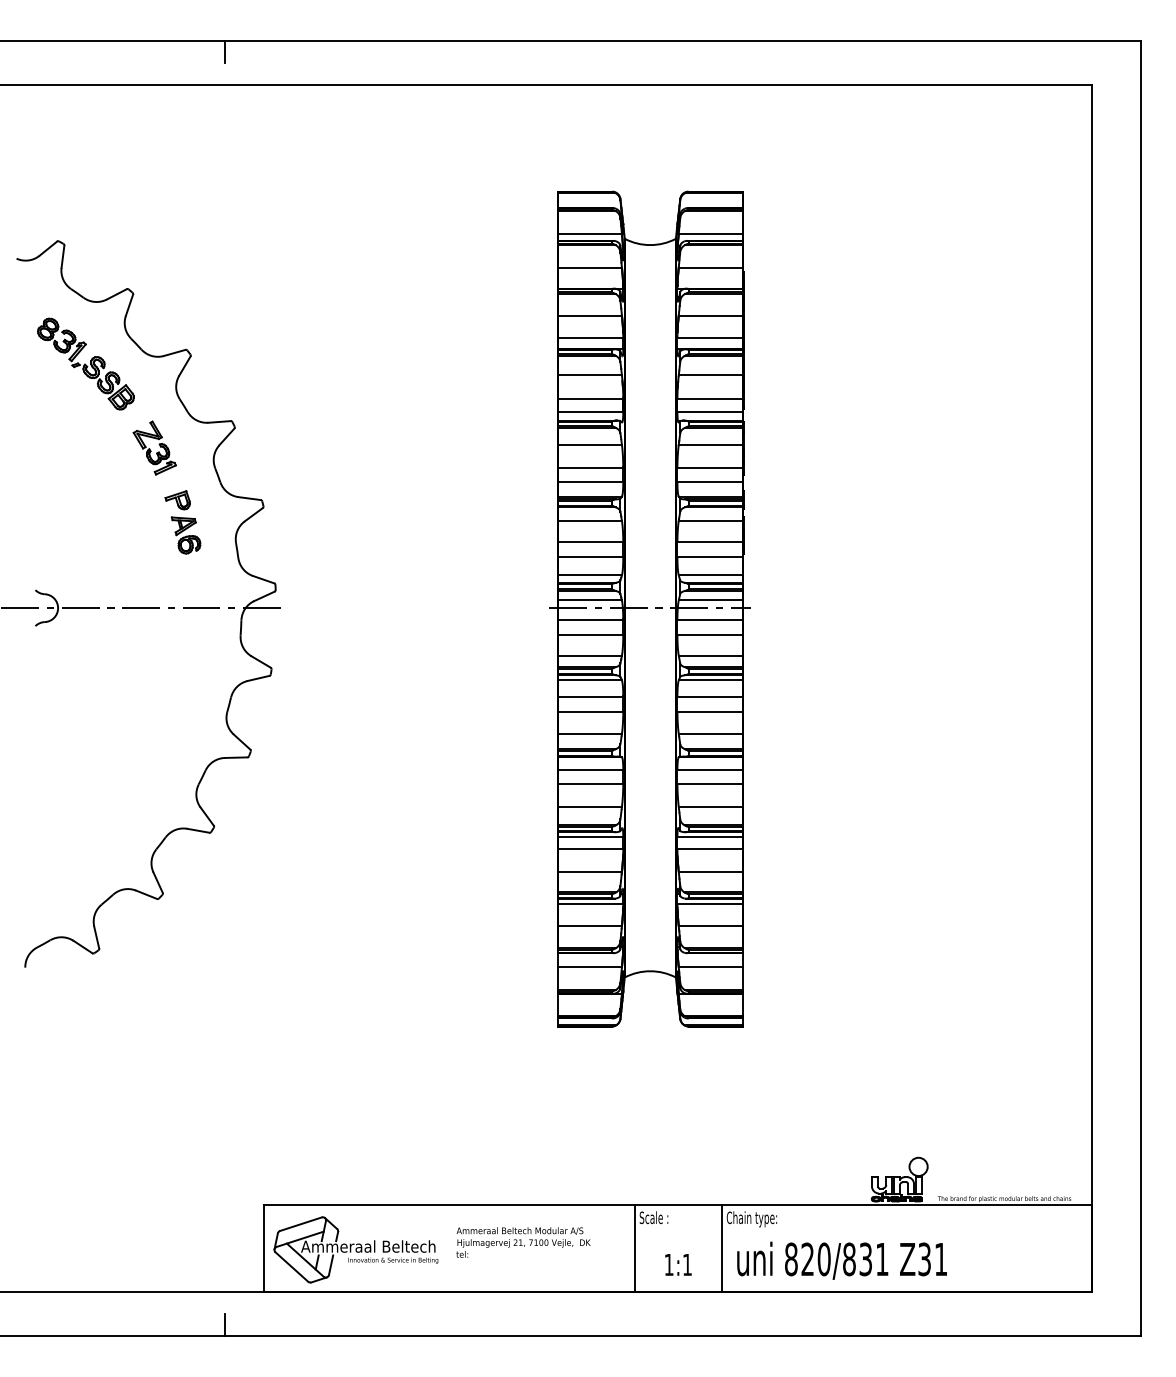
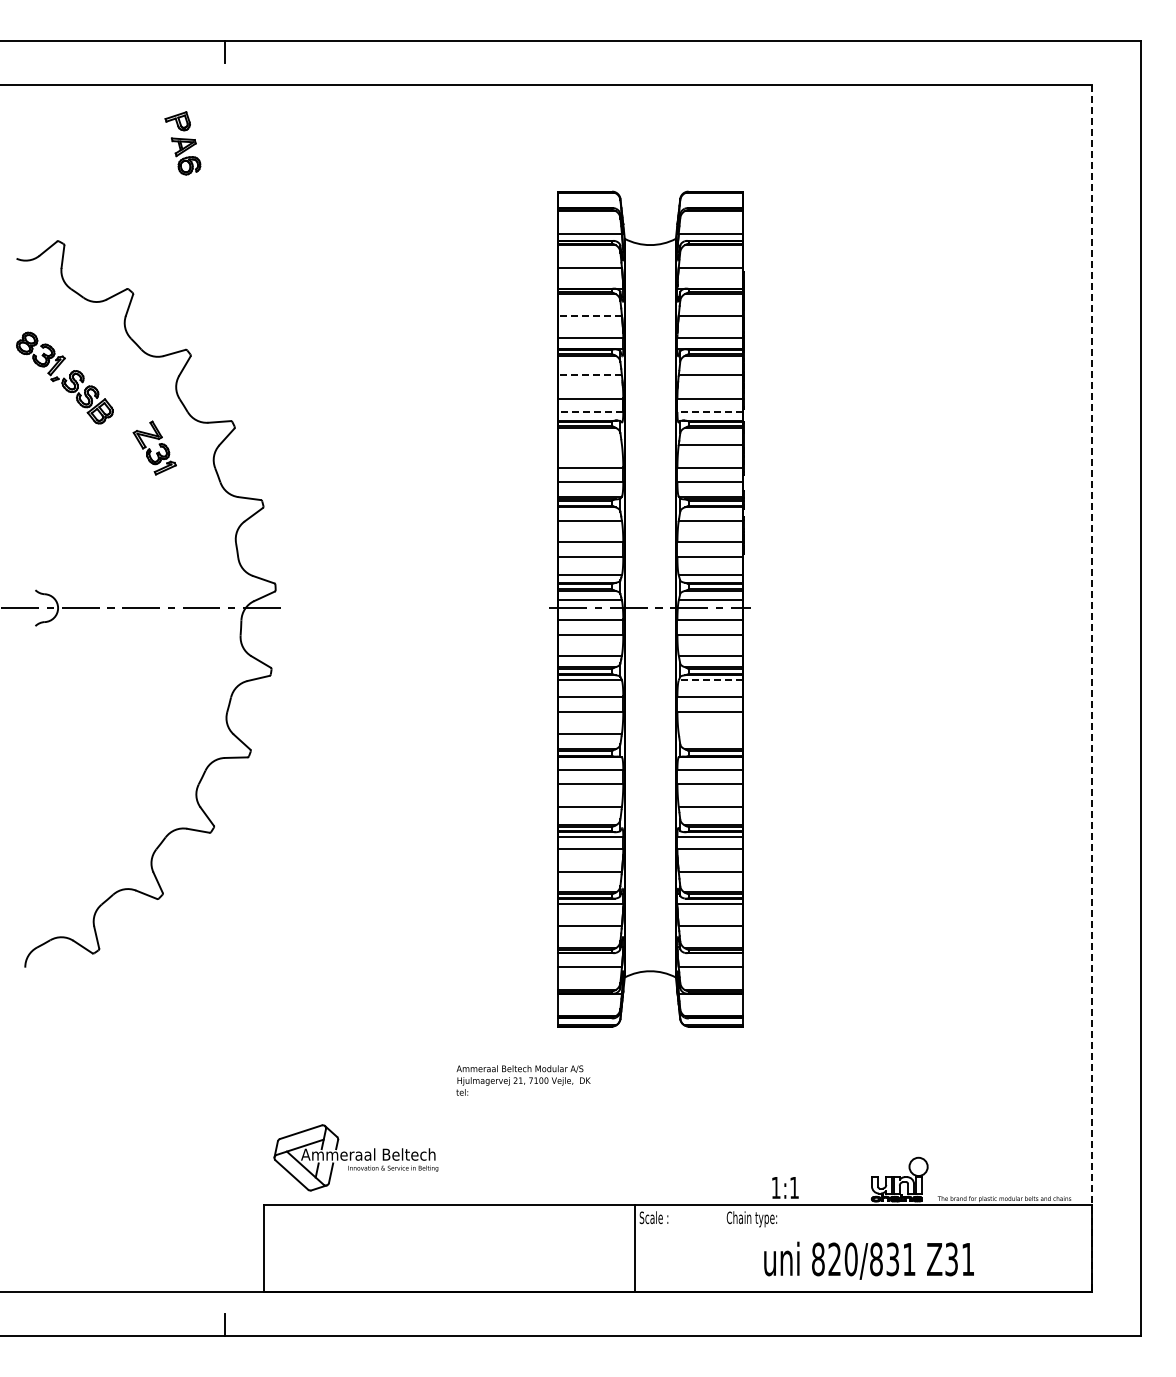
line at (590, 315): solid -> dashed
part at (85, 363) position: (85, 363) -> (64, 377)
line at (590, 375): solid -> dashed
line at (590, 411): solid -> dashed
line at (709, 411): solid -> dashed
line at (589, 444): present -> none
part at (182, 522) position: (182, 522) -> (182, 143)
line at (710, 680): solid -> dashed
line at (1092, 688): solid -> dashed
line at (710, 733): present -> none
text at (523, 1242) position: (523, 1242) -> (523, 1080)
line at (721, 1248): present -> none
part at (355, 1249) position: (355, 1249) -> (355, 1157)
text at (841, 1260) position: (841, 1260) -> (868, 1260)
text at (678, 1264) position: (678, 1264) -> (785, 1187)
